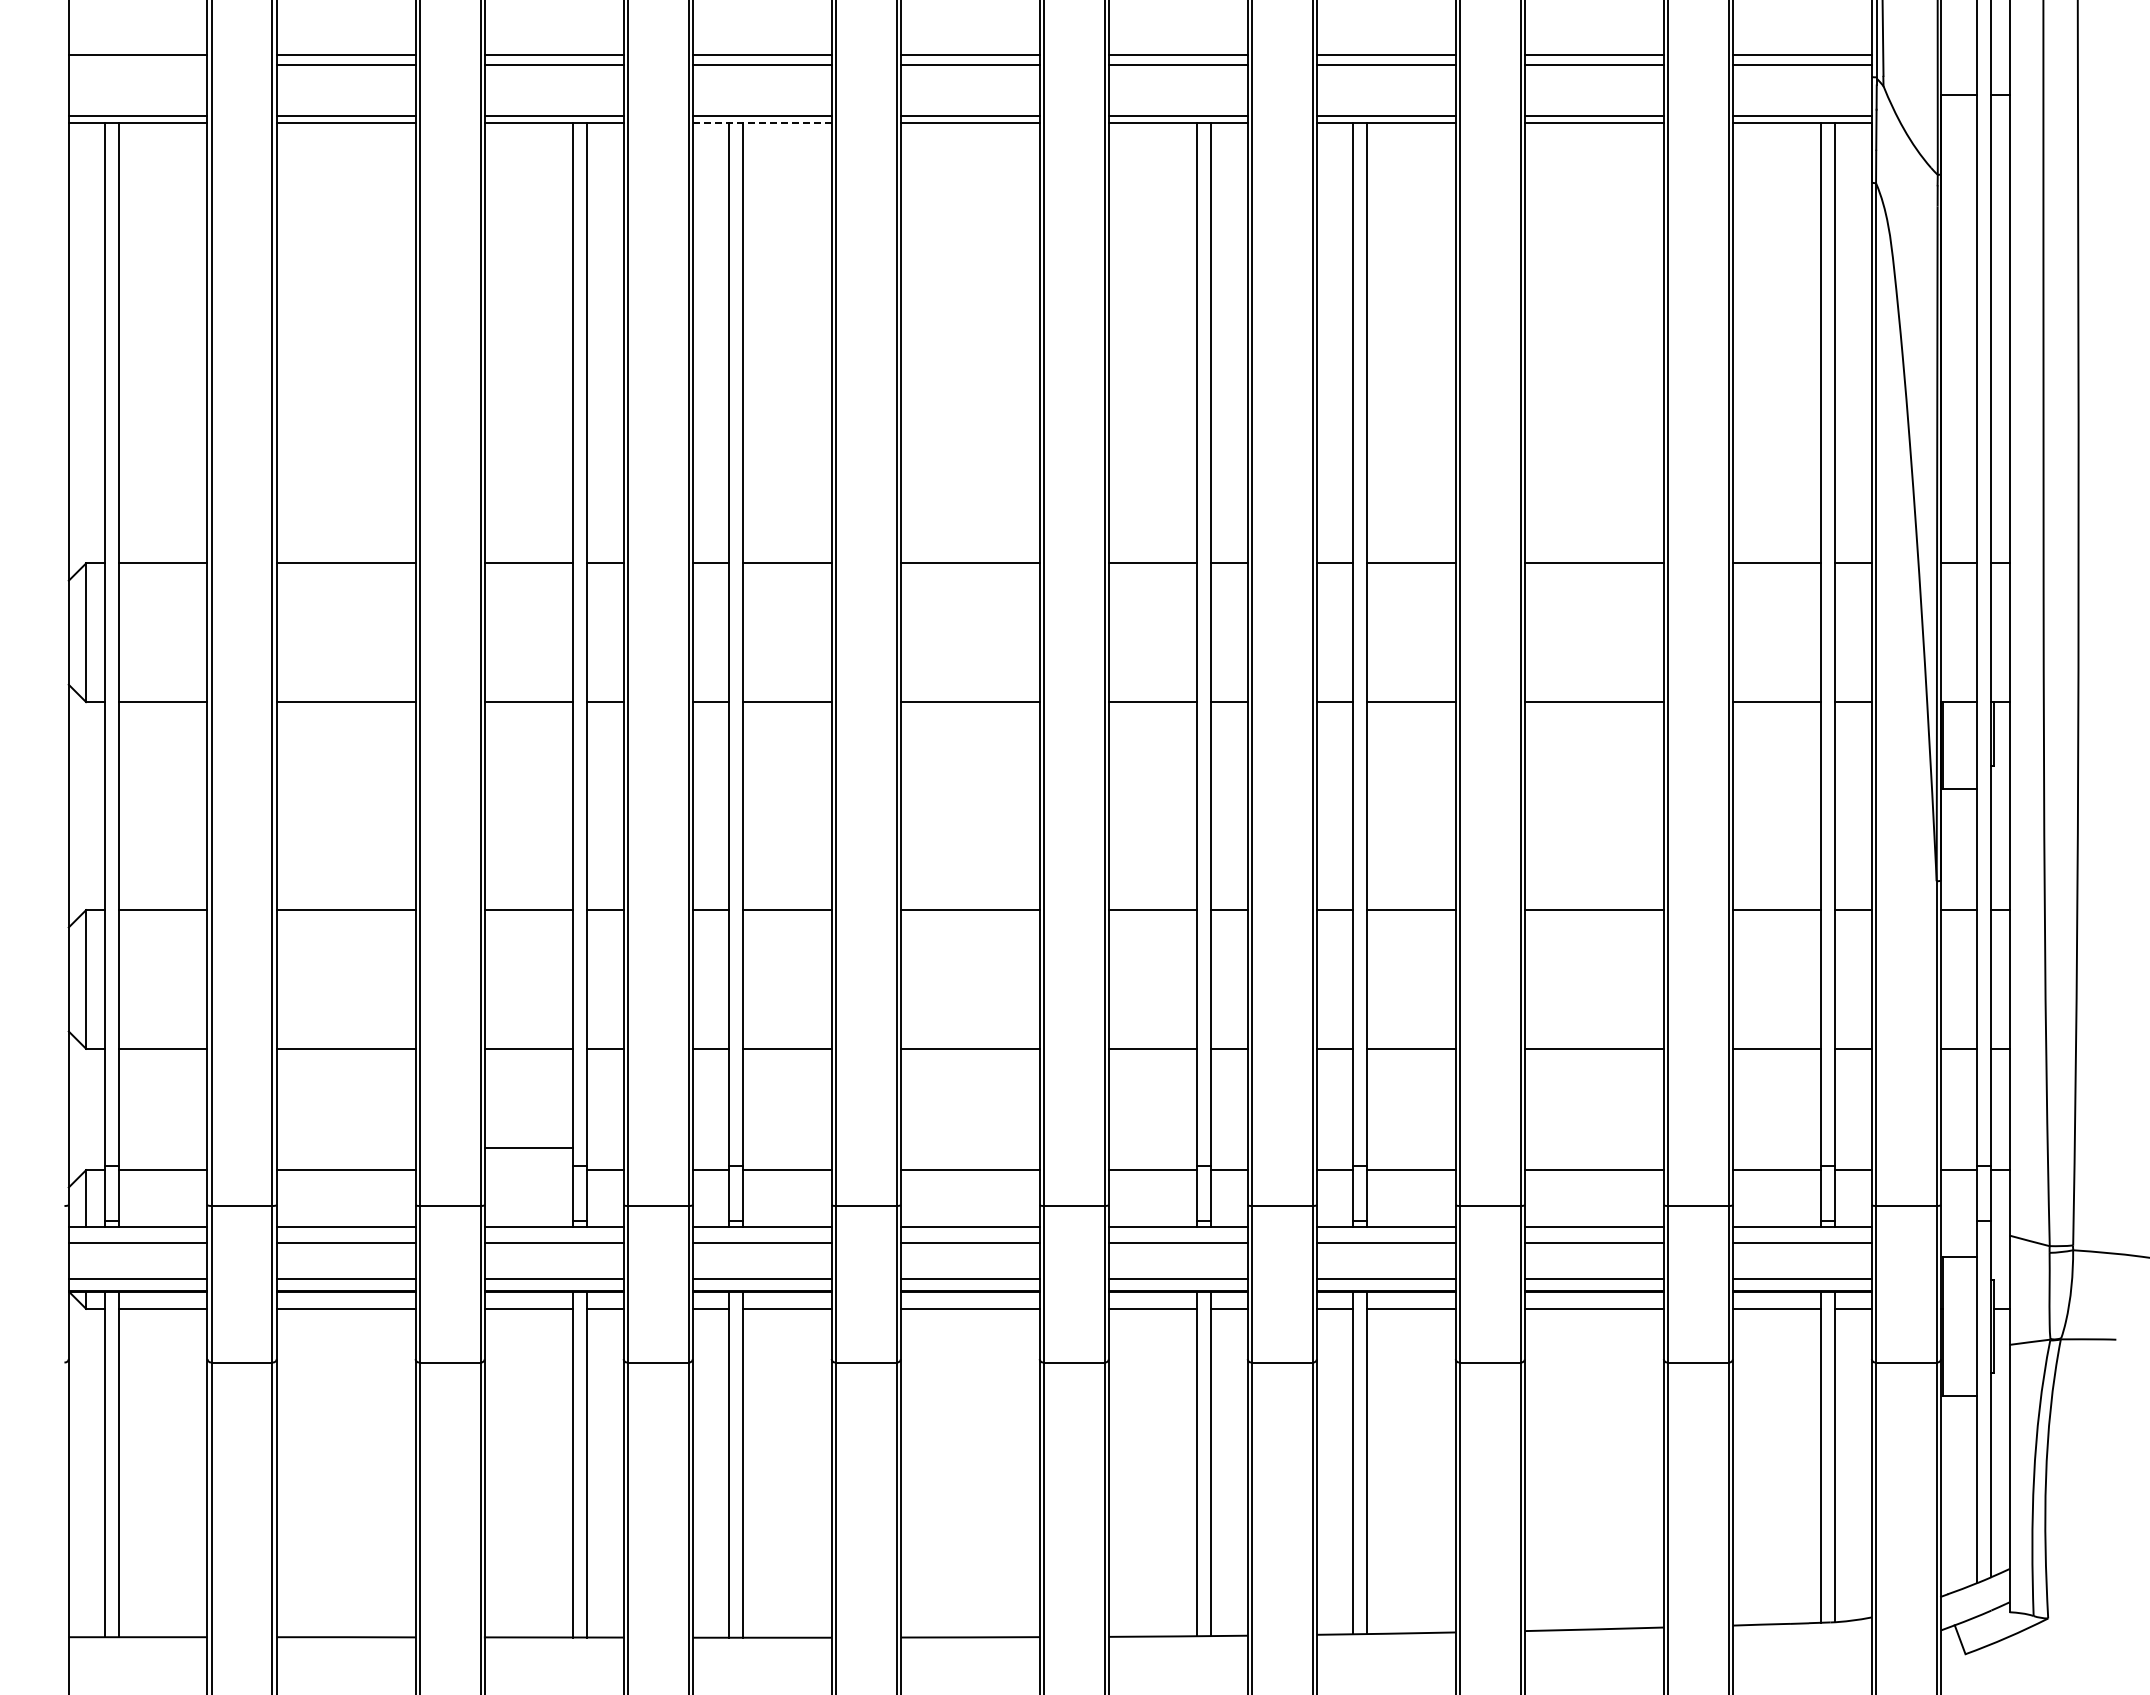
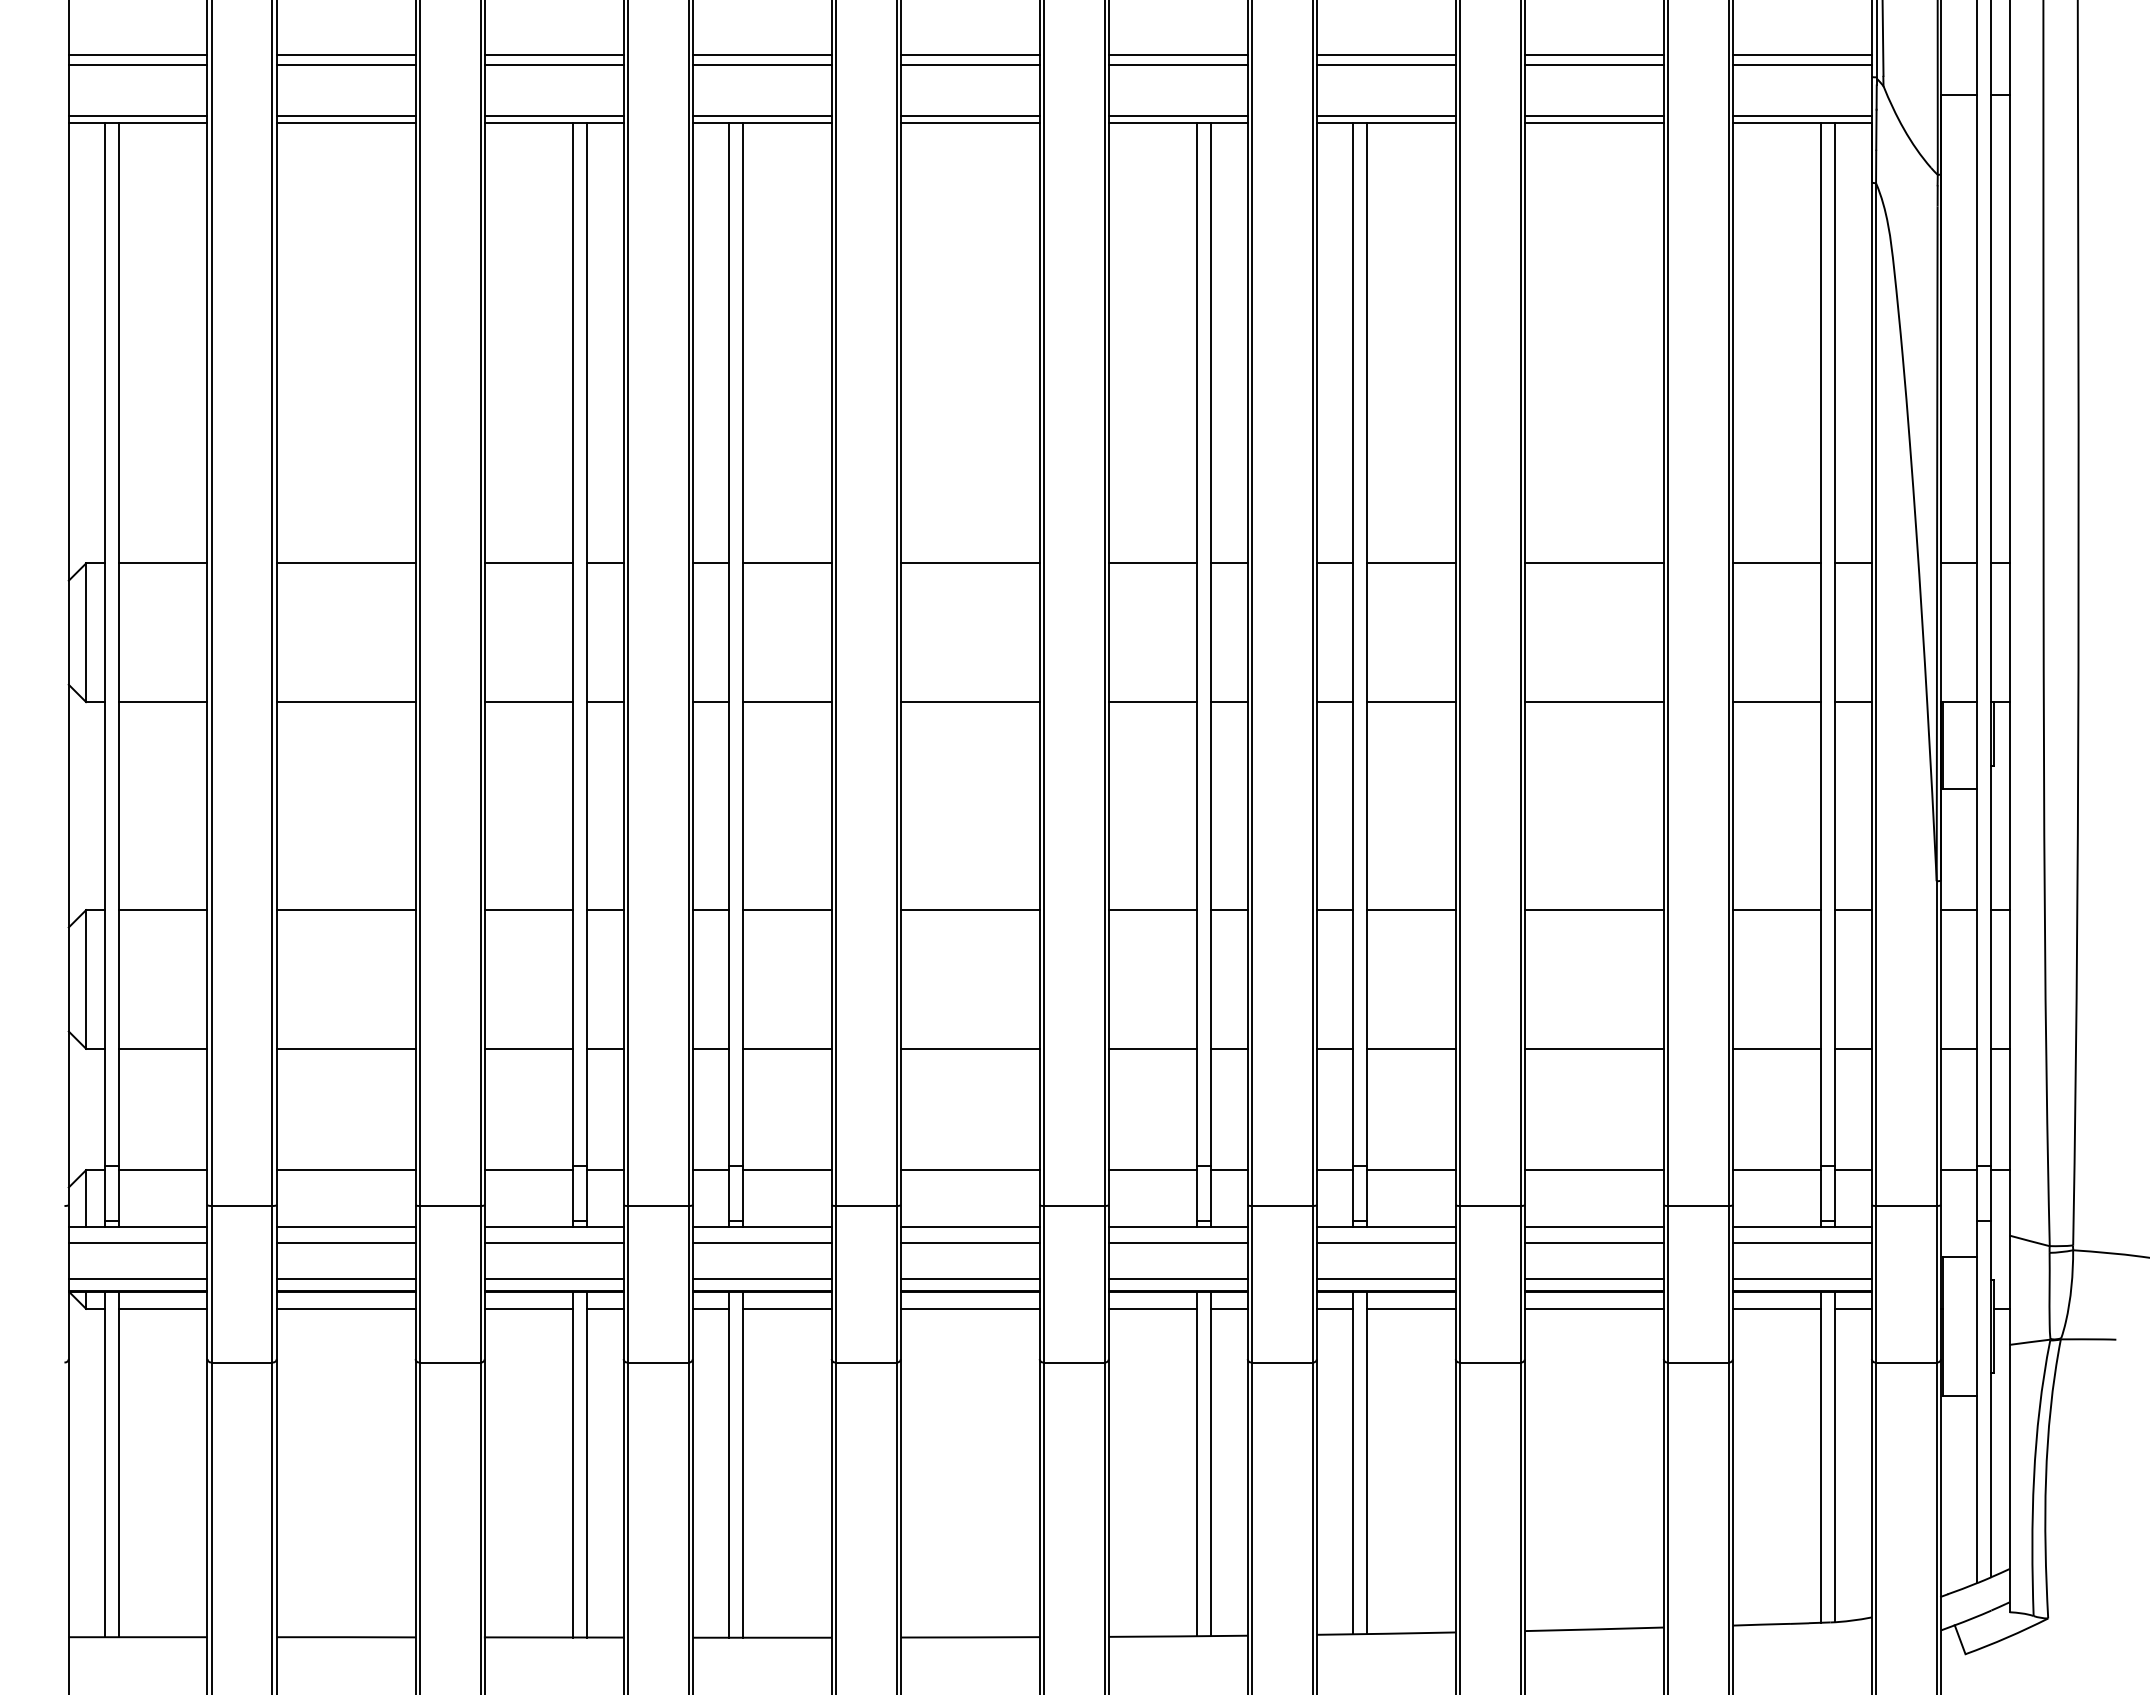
line at (137, 64): none -> present
line at (762, 122): dashed -> solid
line at (528, 1148) position: (528, 1148) -> (528, 1170)
